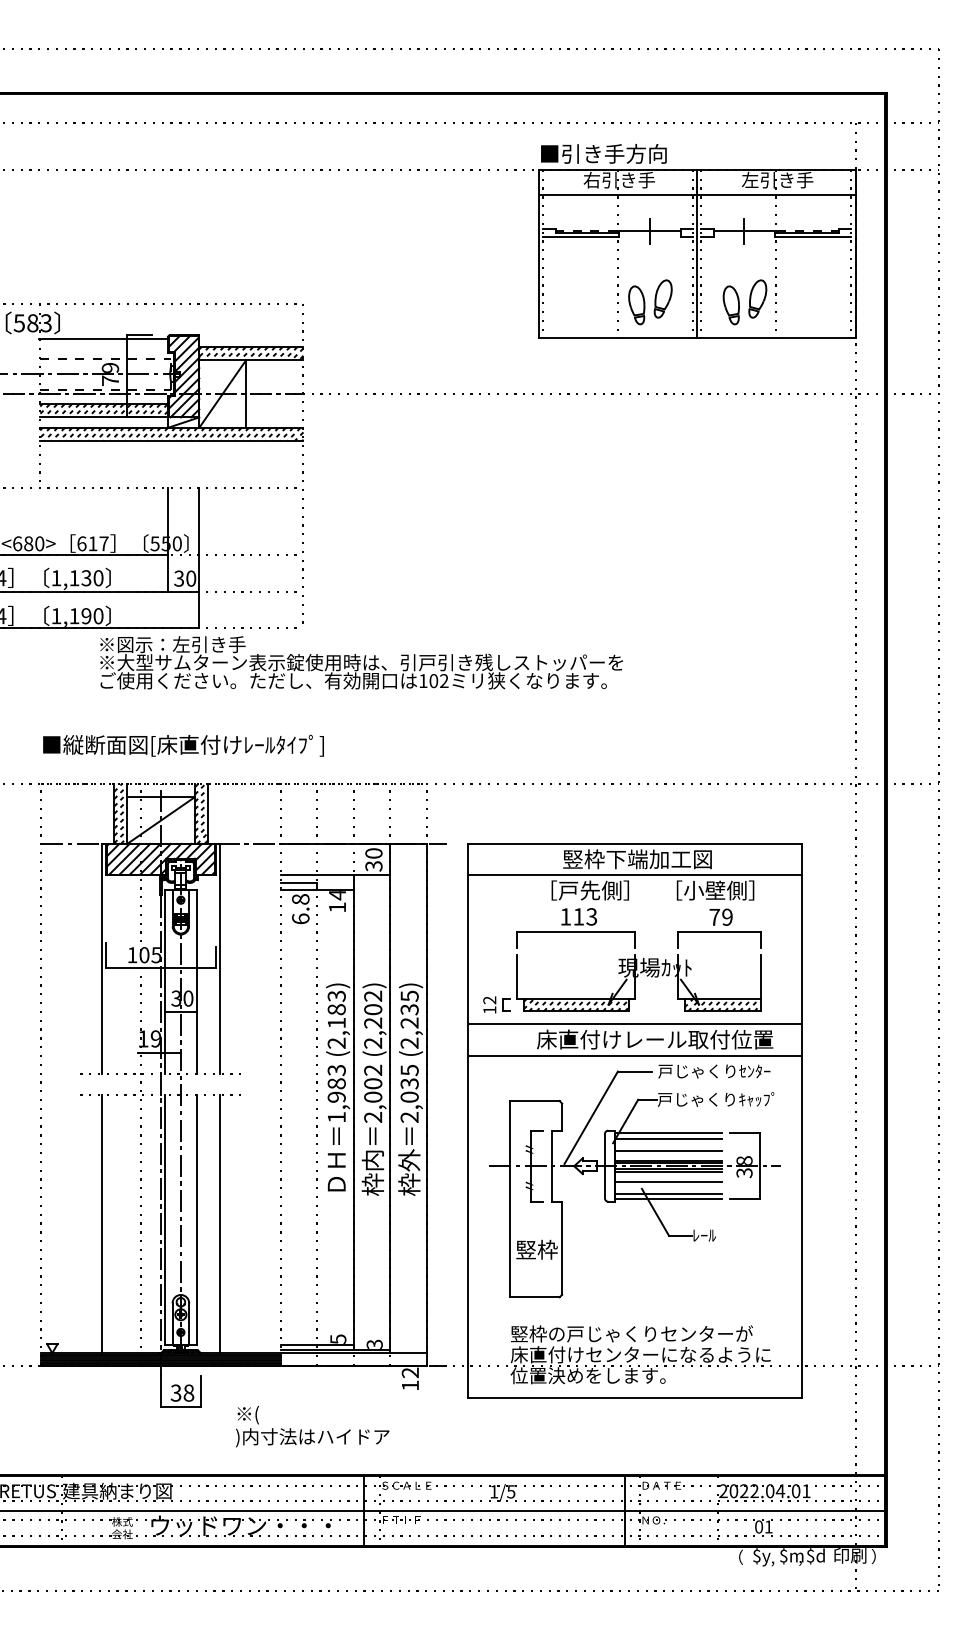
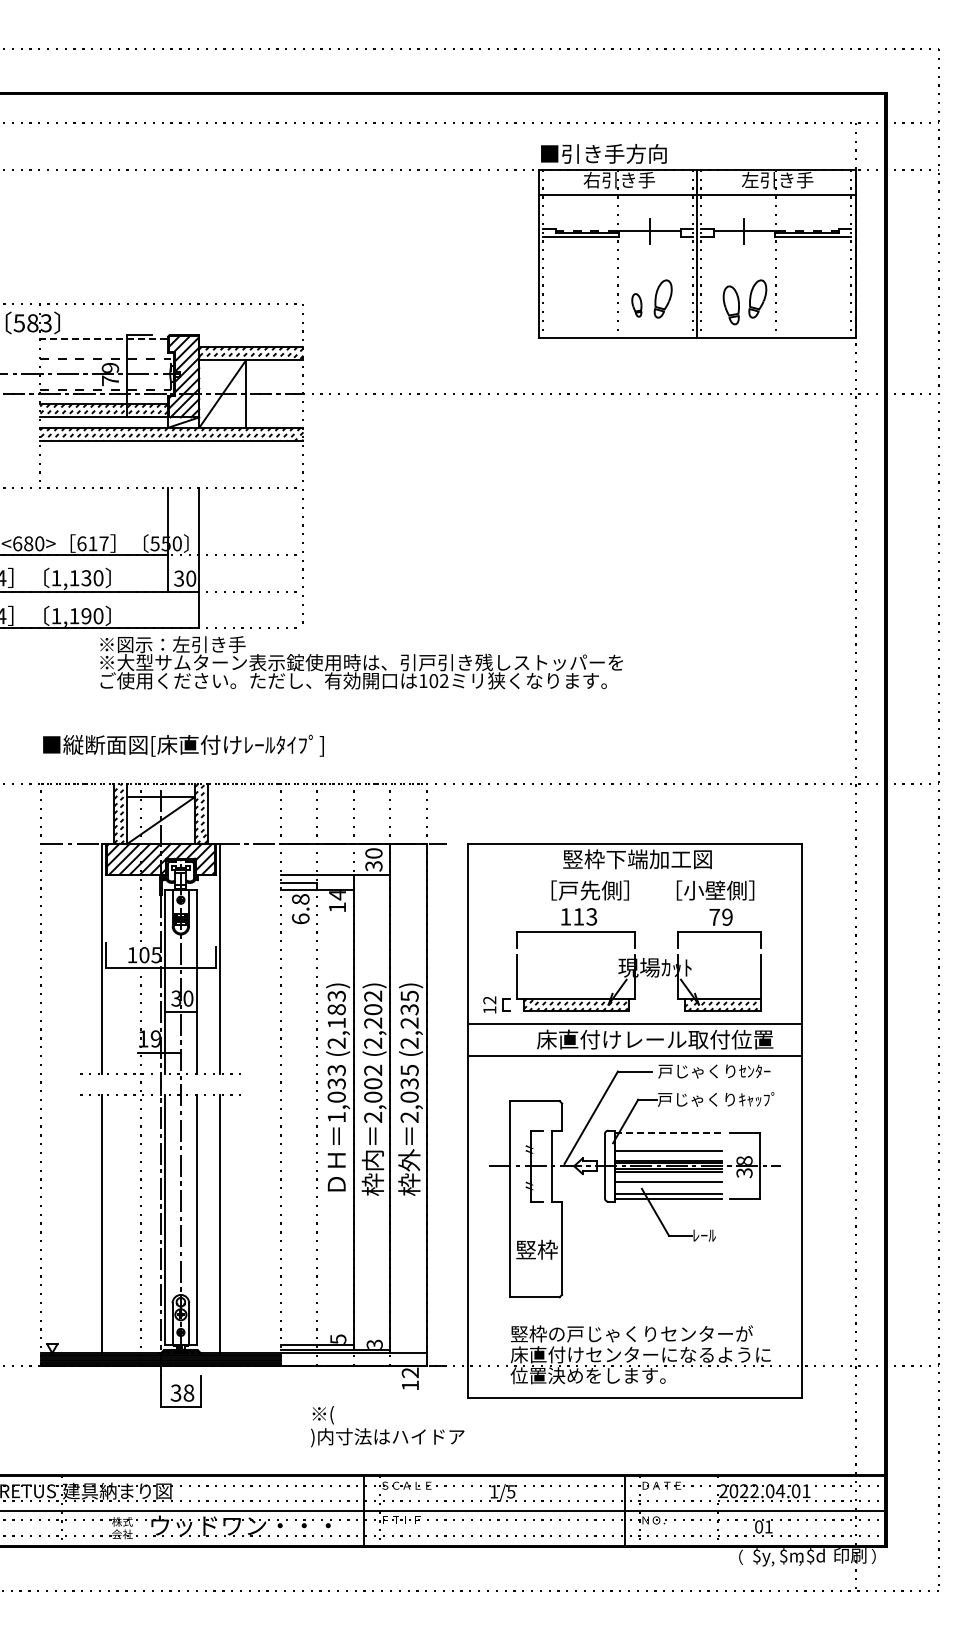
part at (636, 305) size: 18x41 px -> 12x25 px
line at (103, 339): solid -> dashed
line at (634, 875): present -> none
text at (336, 1090): 1,983 -> 1,033
line at (668, 1133): solid -> dashed
line at (668, 1138): present -> none
text at (312, 1426) position: (312, 1426) -> (387, 1426)
